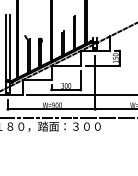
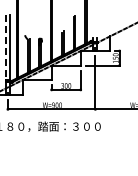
line at (5, 48): solid -> dashed
line at (80, 94): present -> none
line at (68, 117): present -> none
